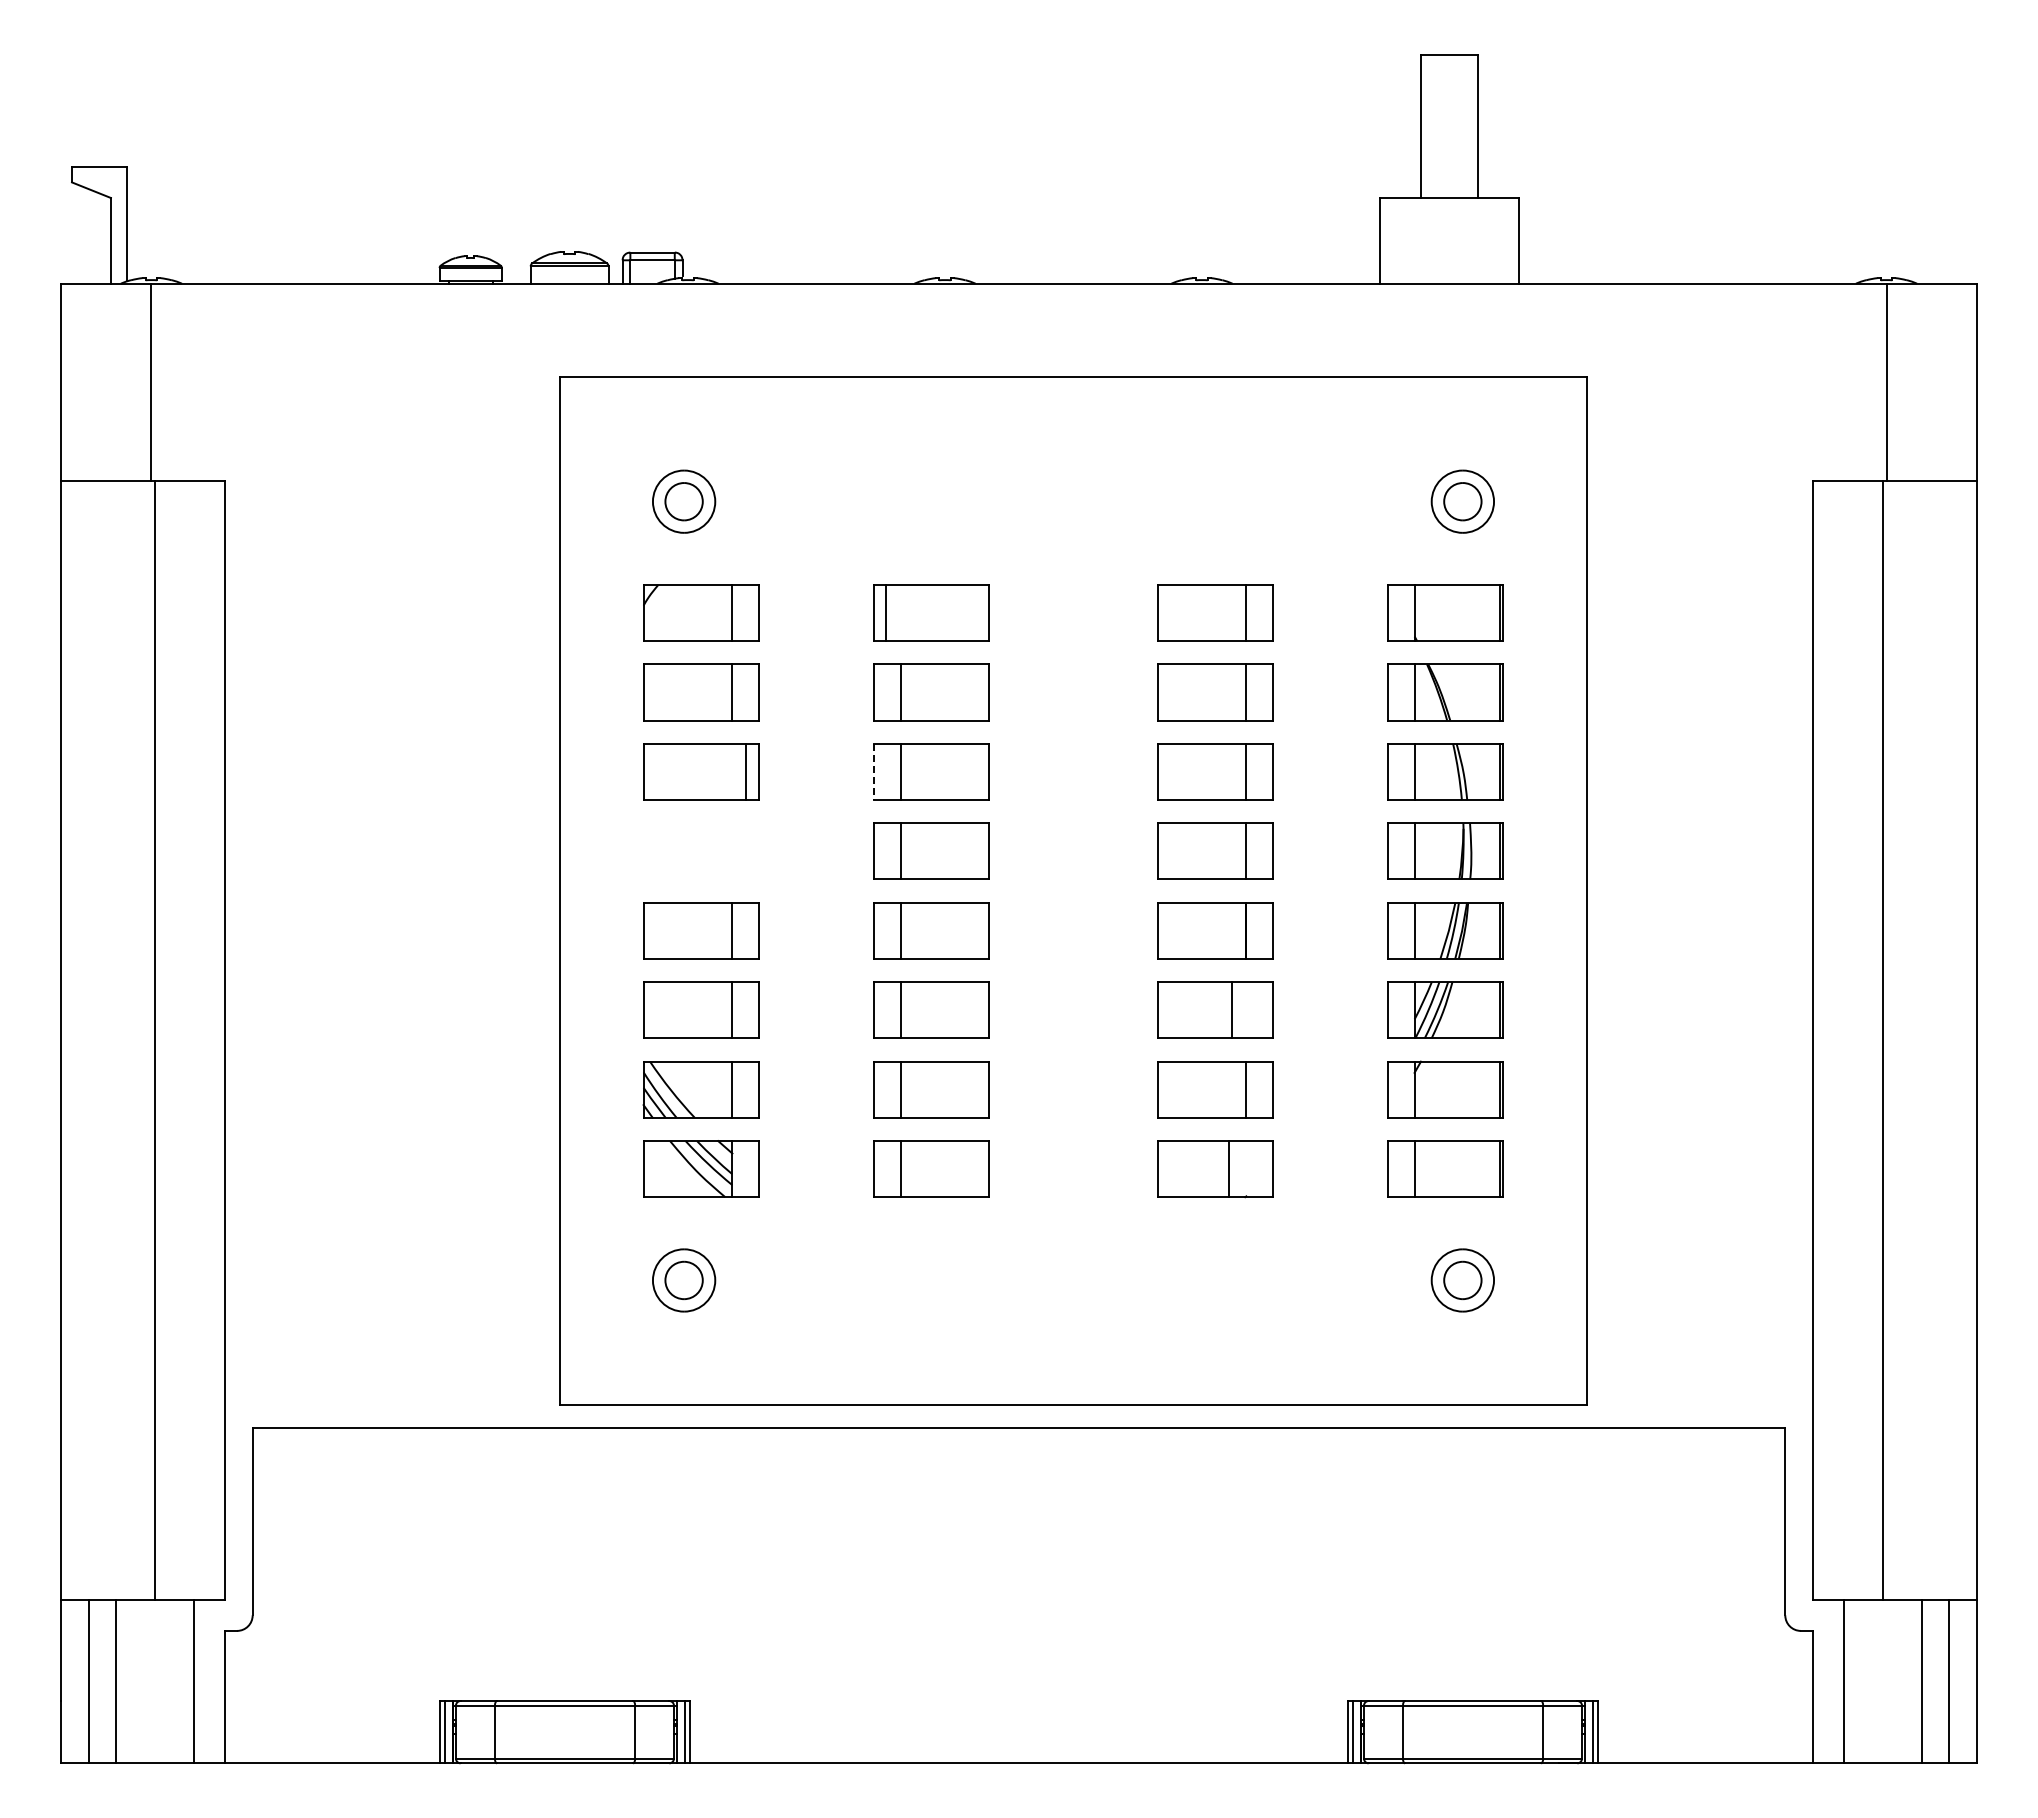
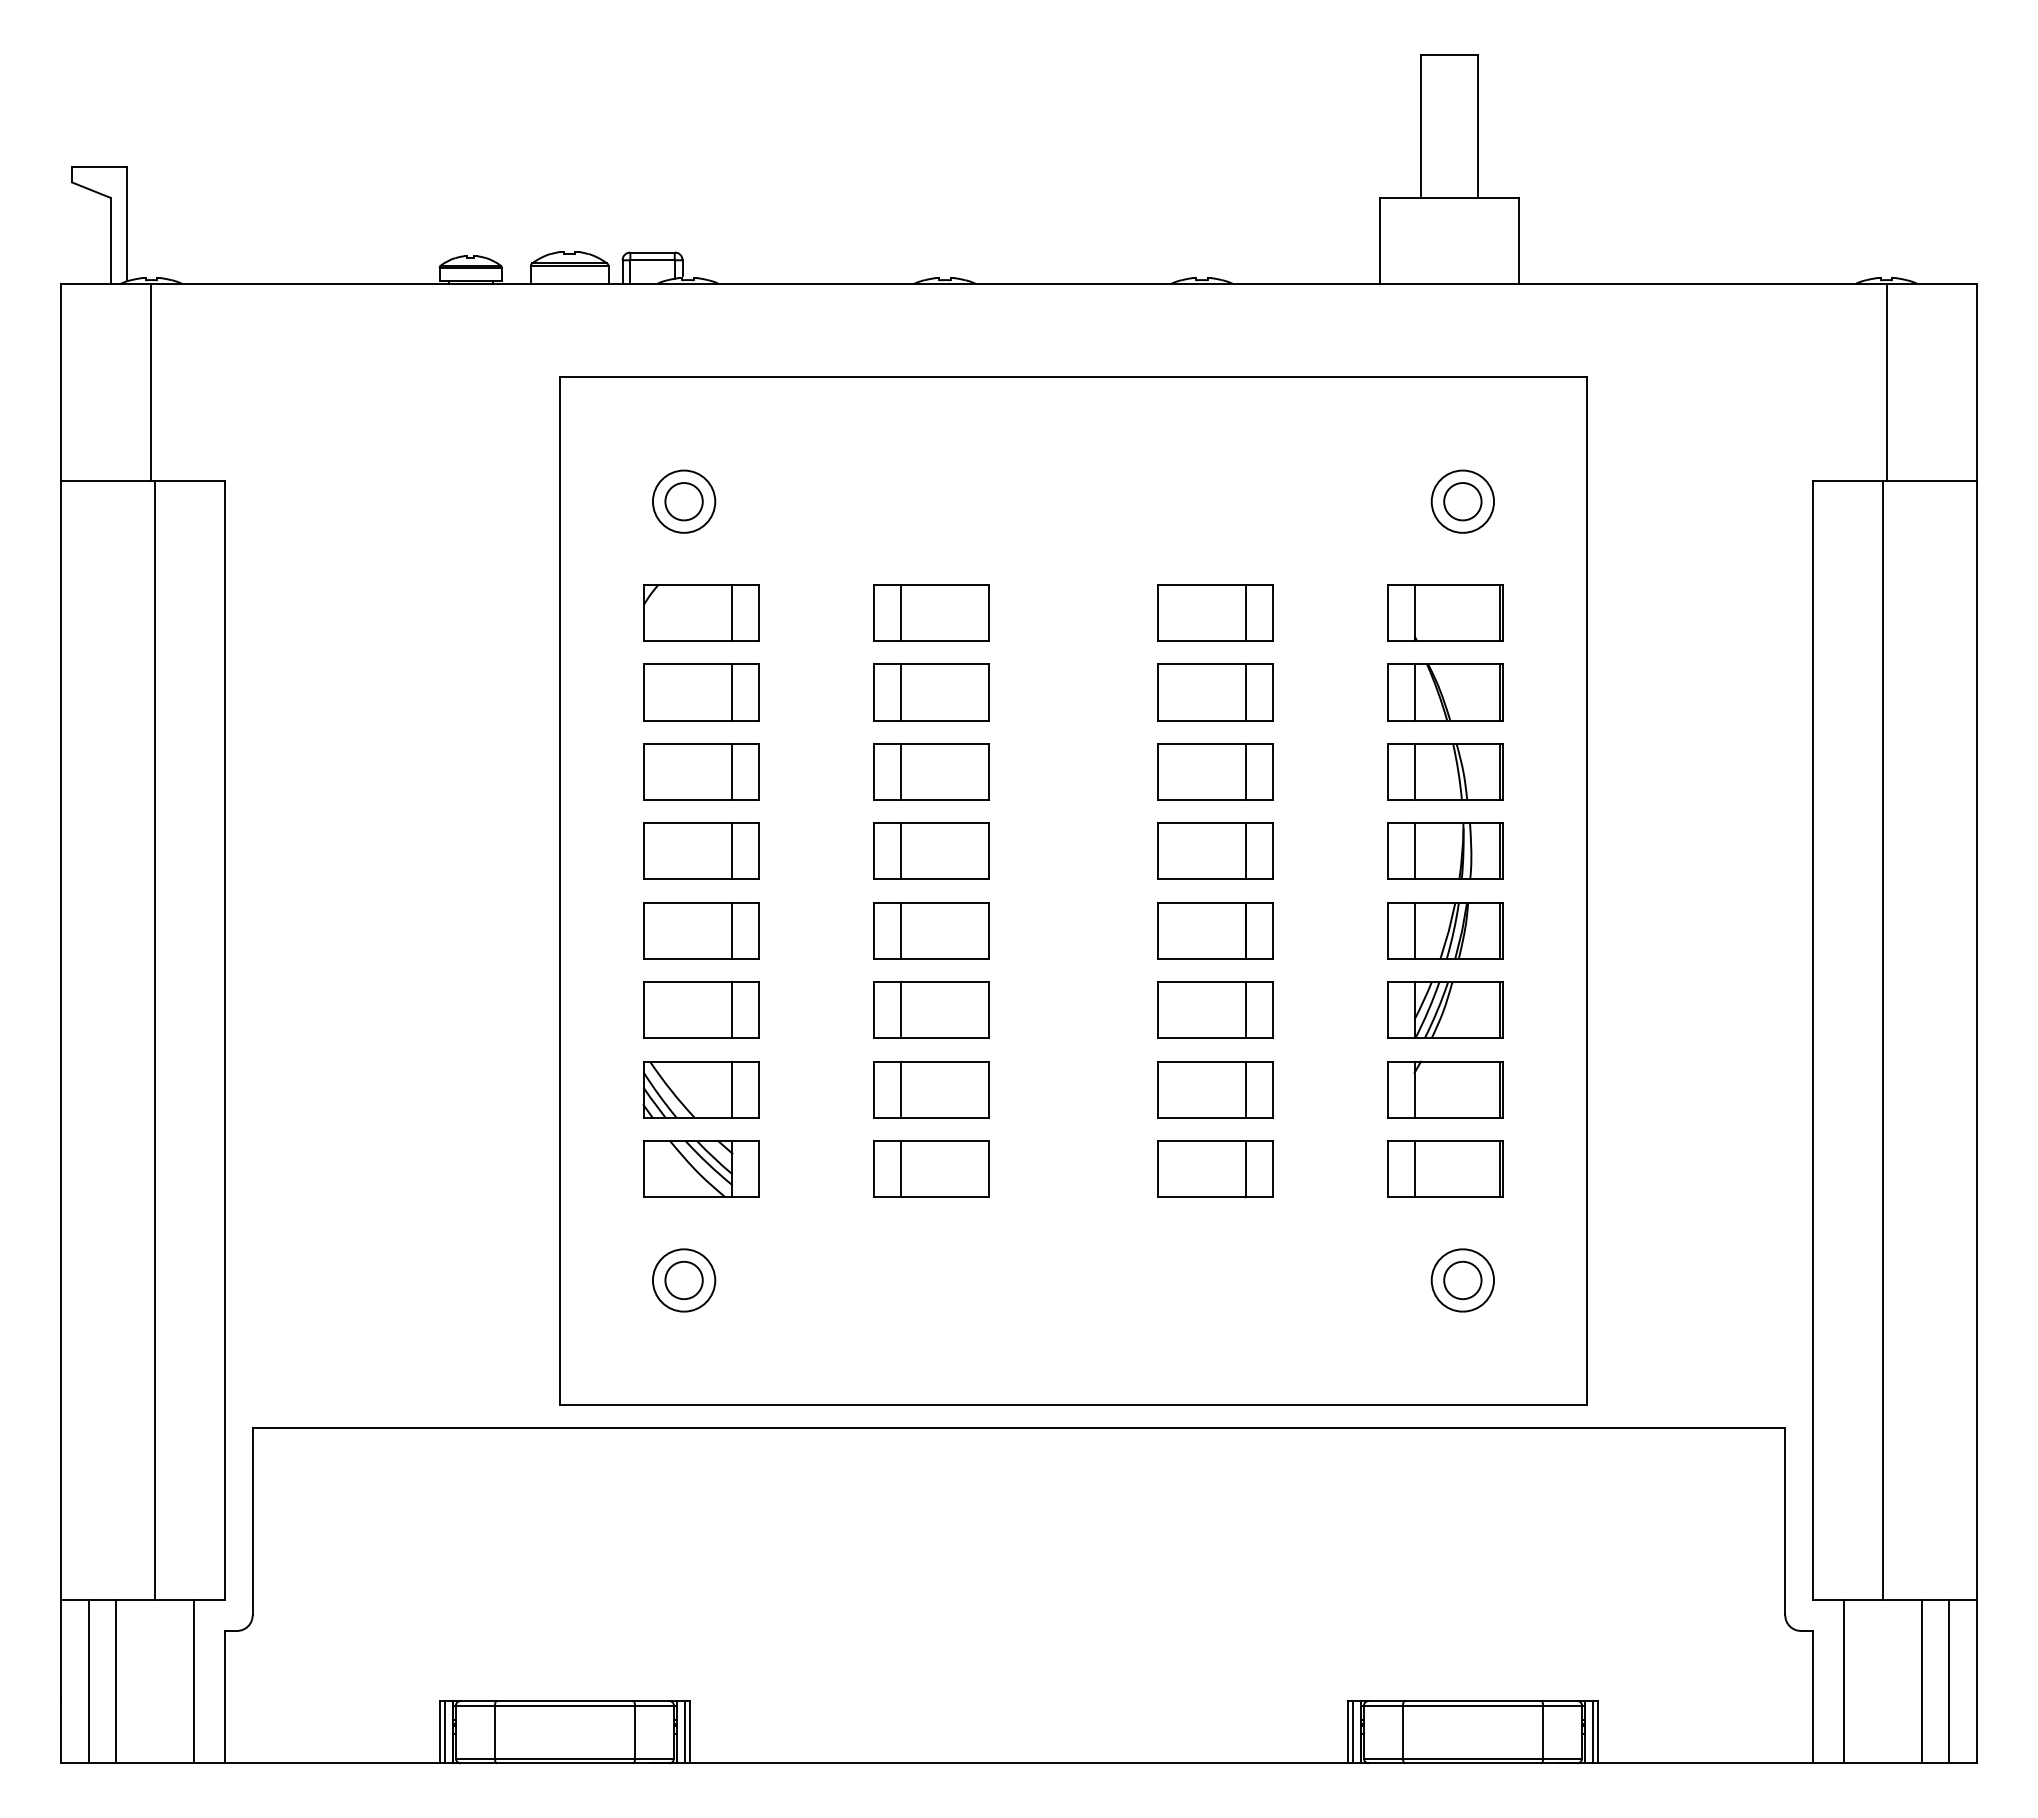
line at (885, 613) position: (885, 613) -> (900, 613)
line at (746, 771) position: (746, 771) -> (732, 771)
line at (874, 772): dashed -> solid
part at (701, 850): none -> present
line at (1232, 1010) position: (1232, 1010) -> (1246, 1010)
line at (1229, 1169) position: (1229, 1169) -> (1246, 1169)
